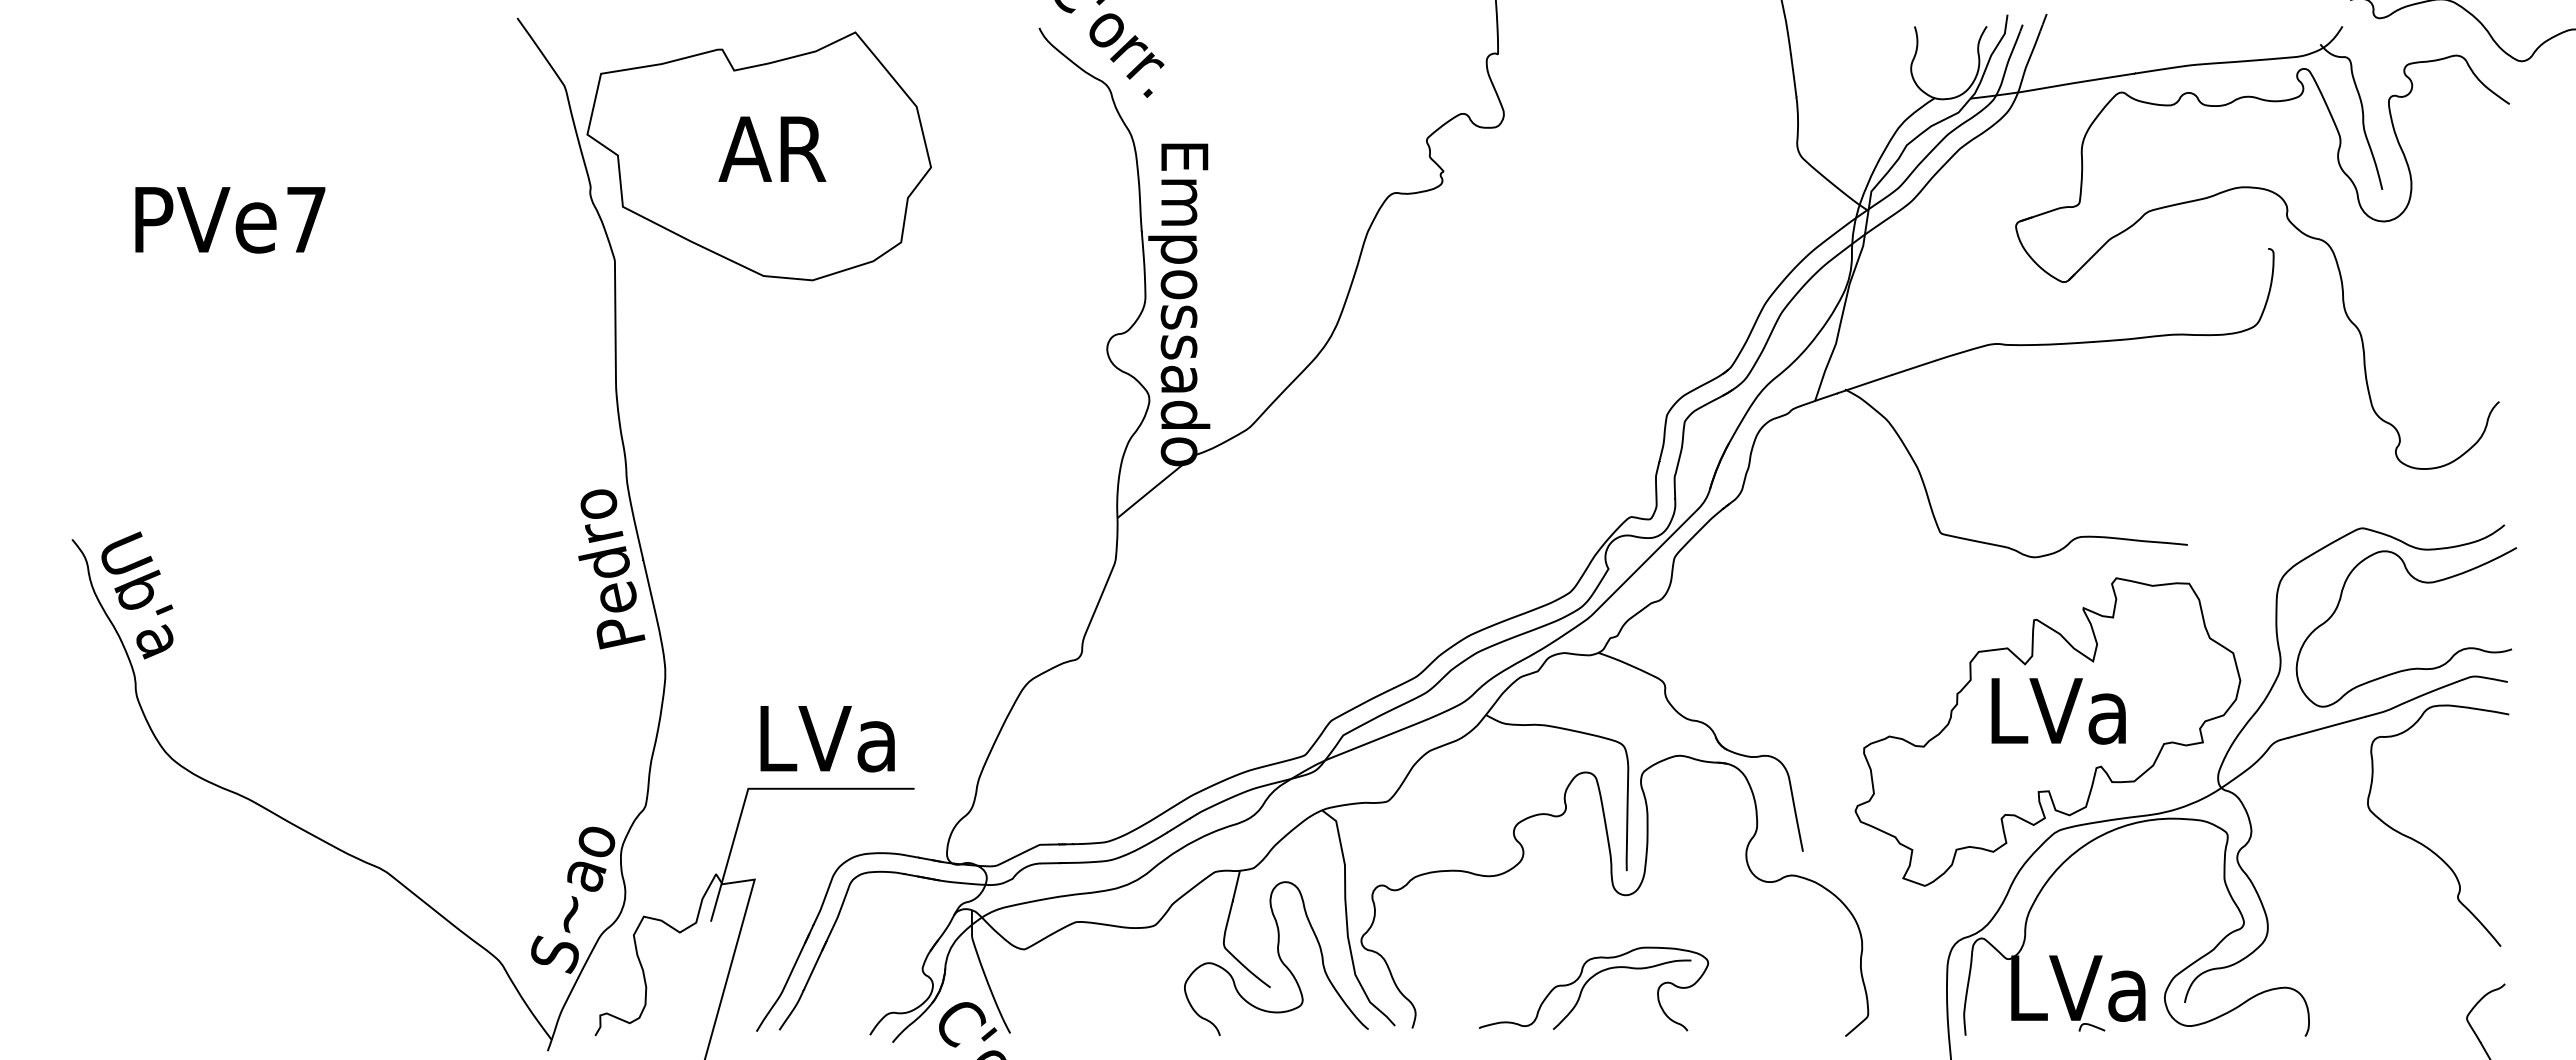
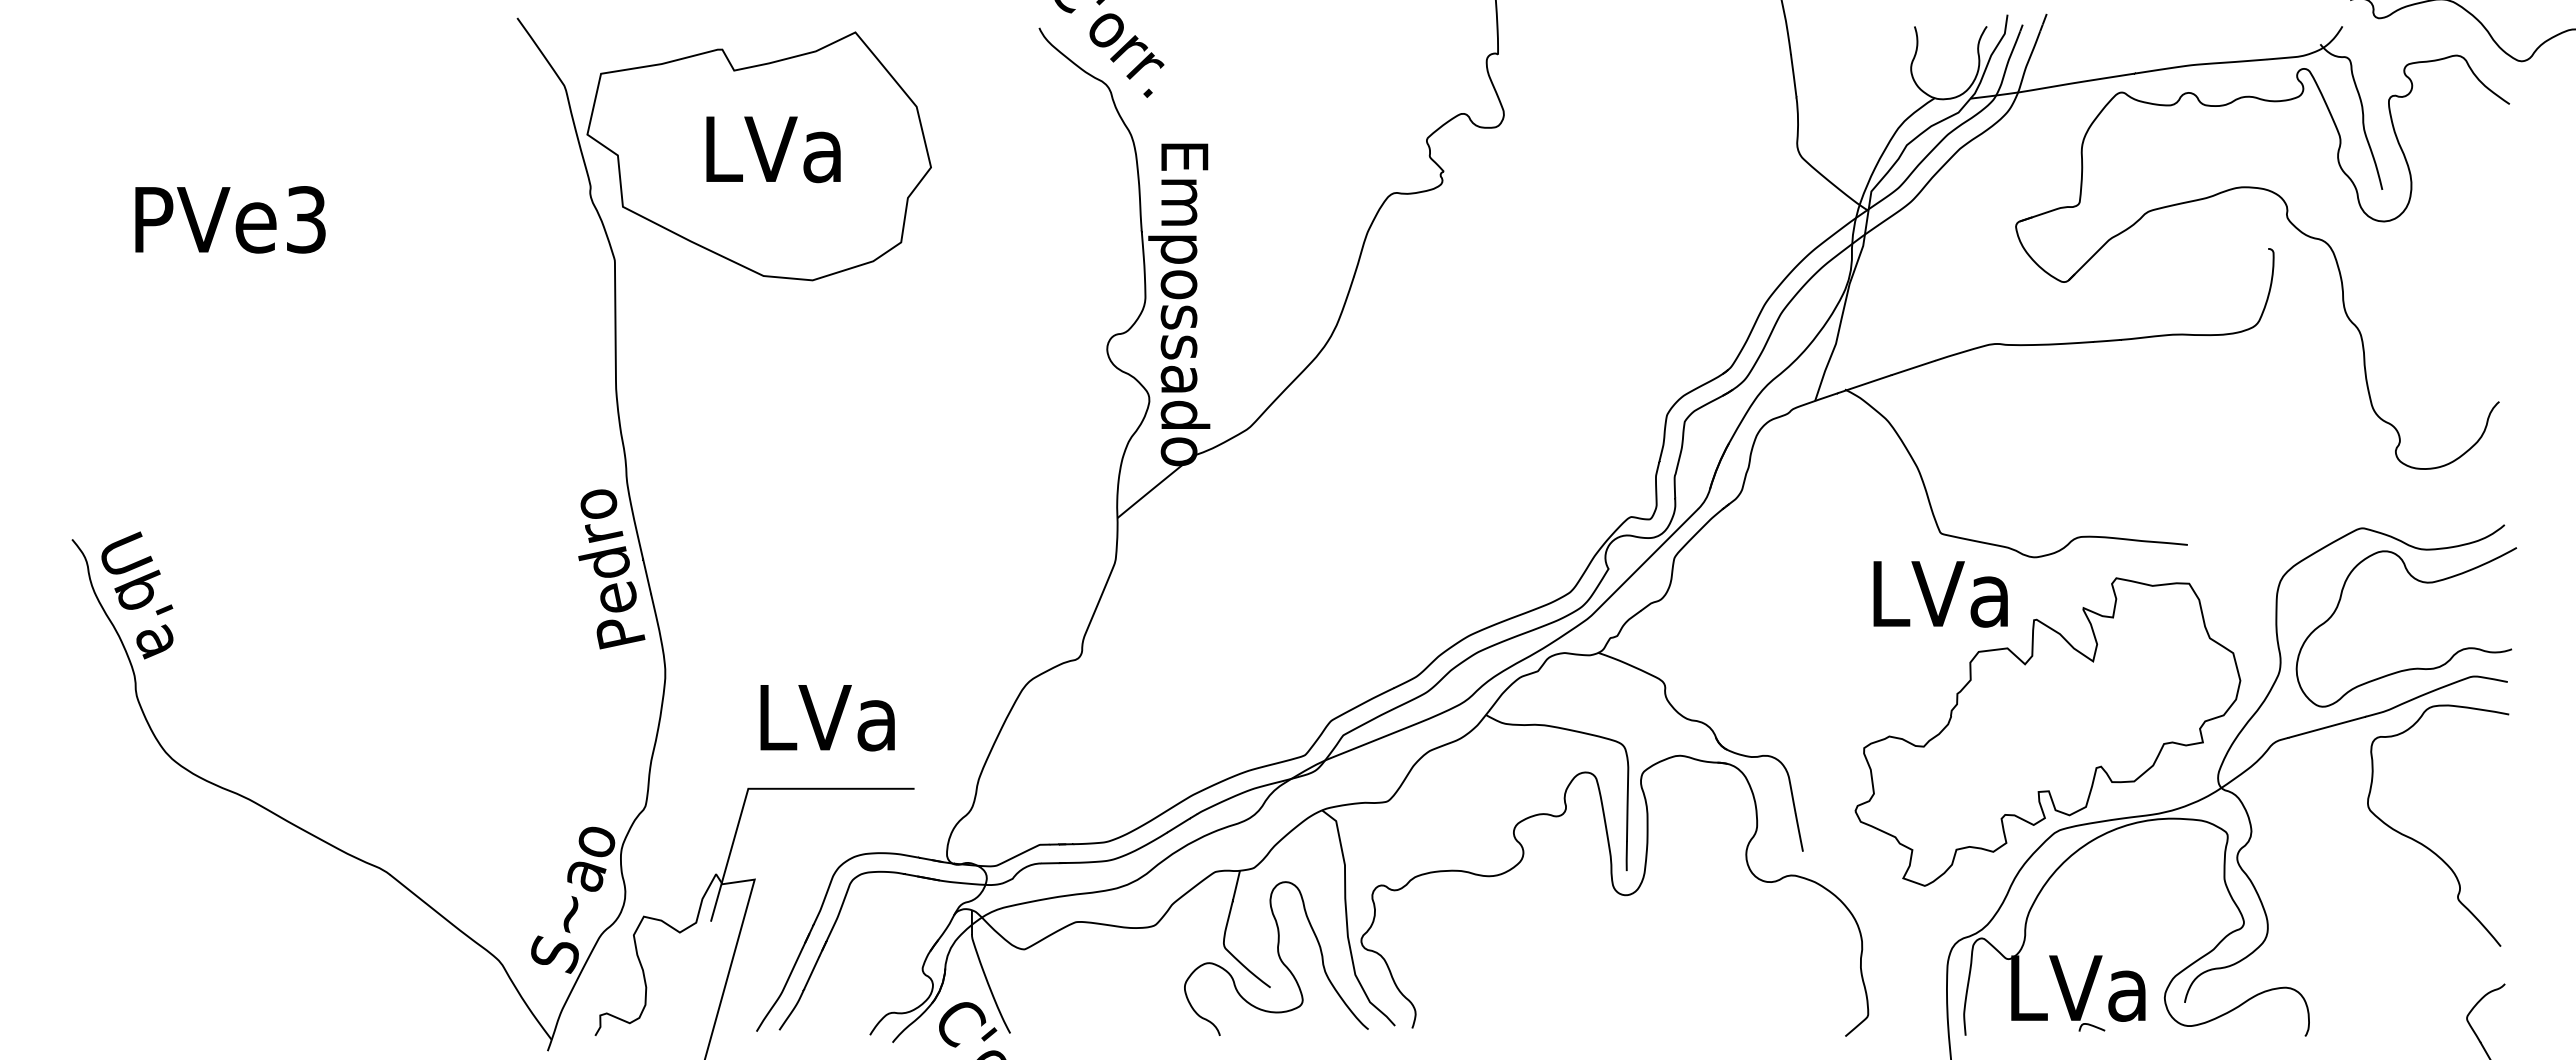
text at (773, 149): AR -> LVa
text at (306, 219): PVe7 -> PVe3
text at (2058, 711) position: (2058, 711) -> (1940, 594)
text at (827, 739) position: (827, 739) -> (827, 718)
part at (1586, 984): present -> none
